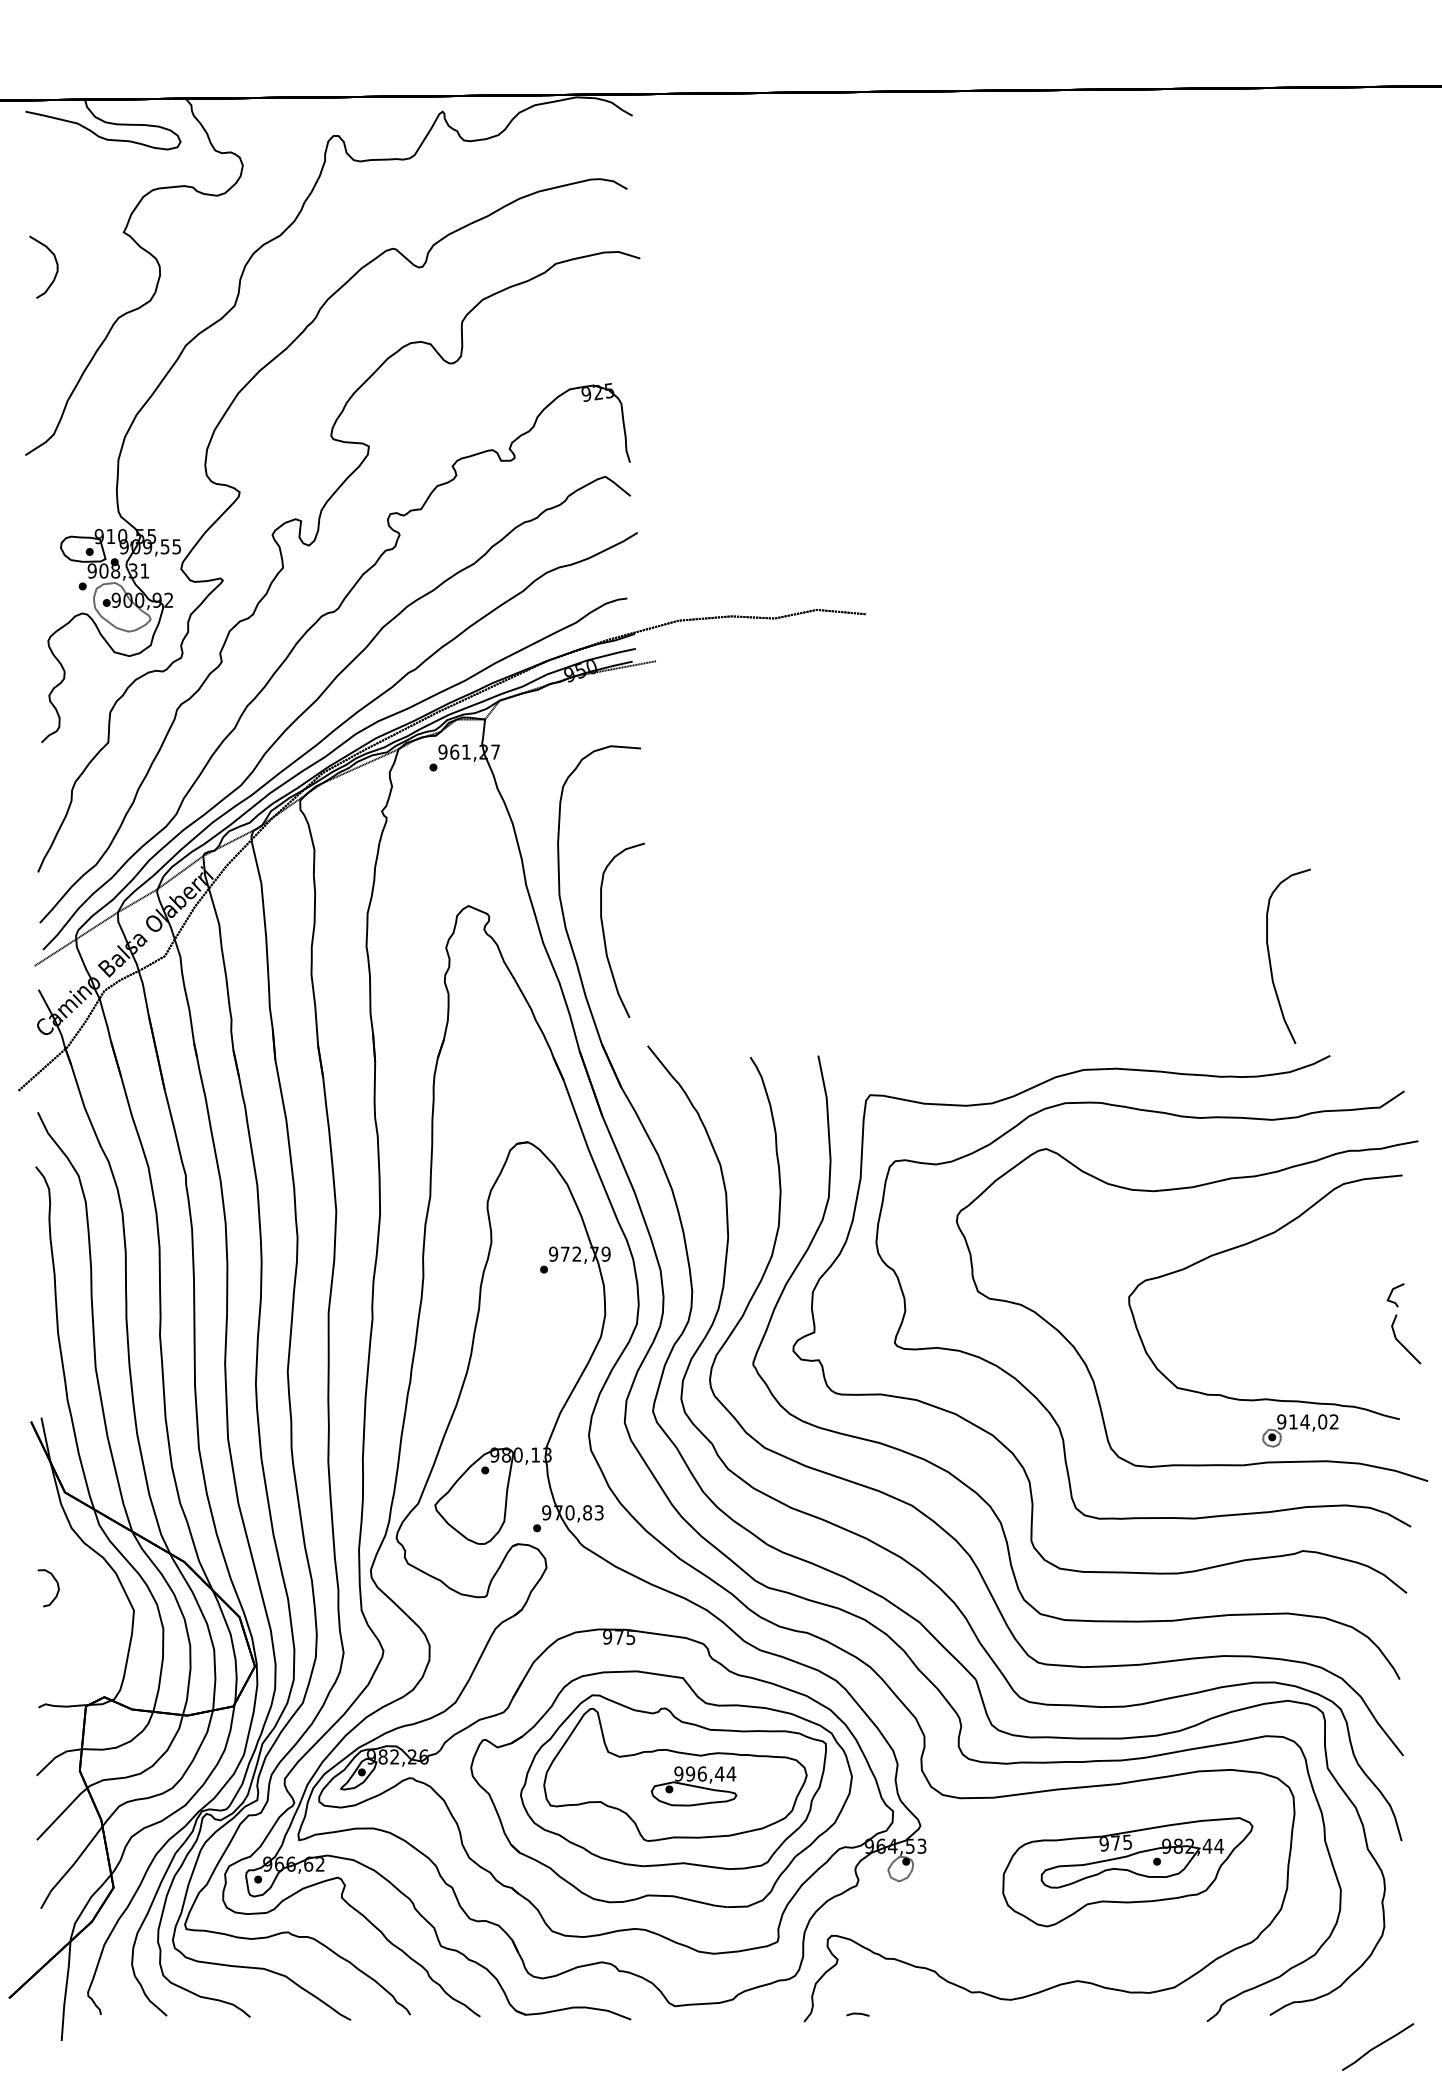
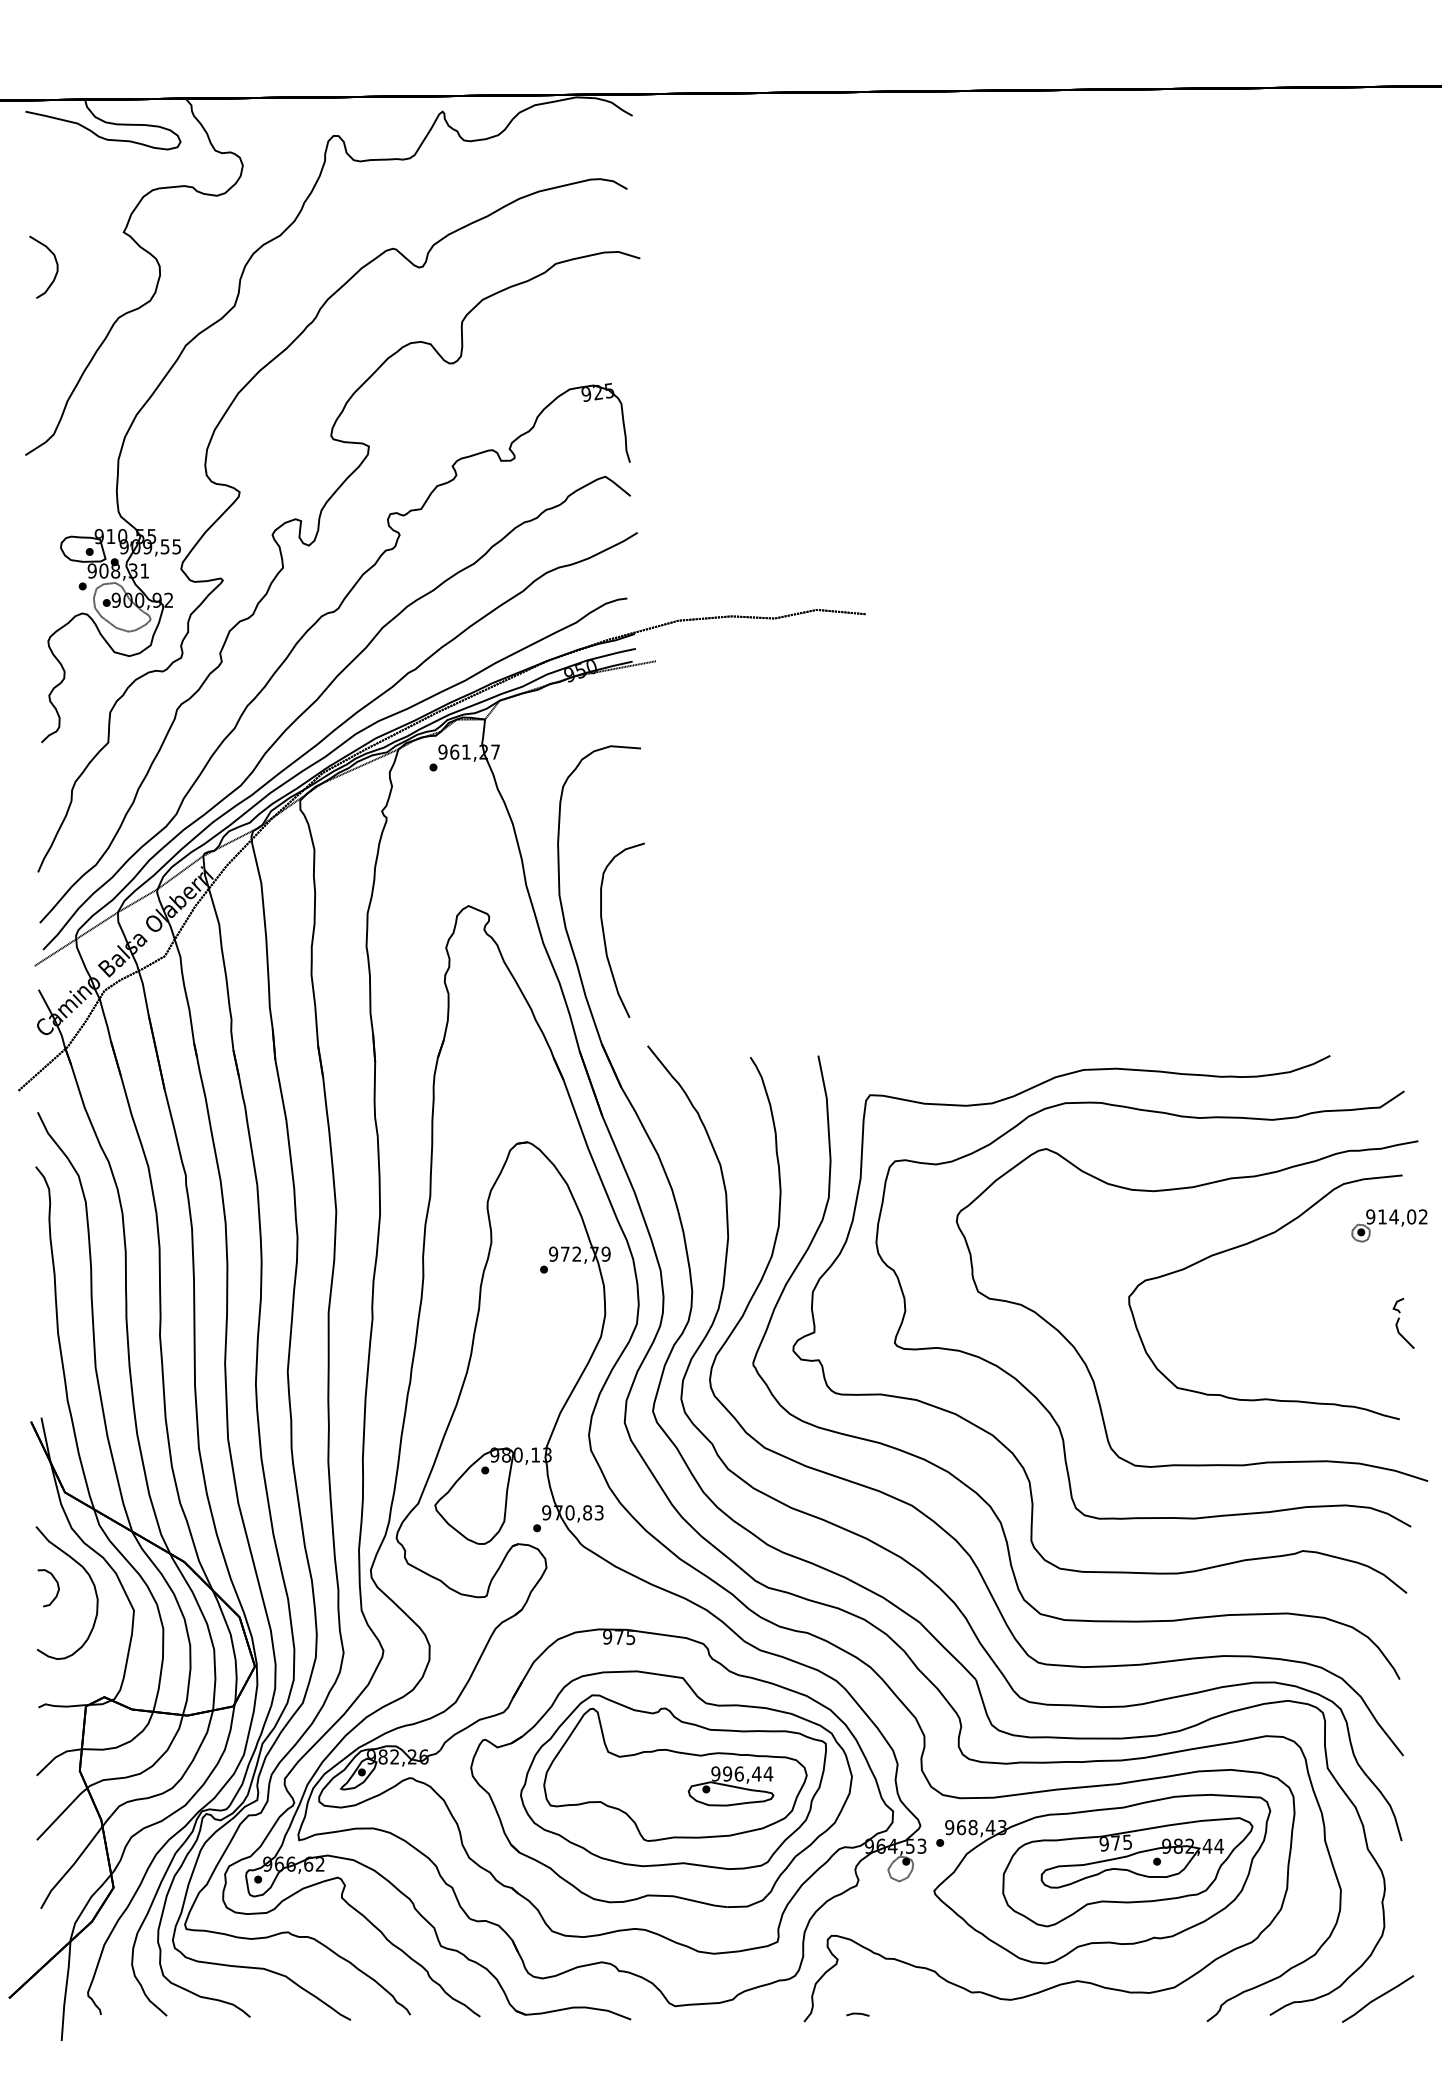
curve at (1270, 957): present -> none
part at (1403, 1323) size: 36x82 px -> 23x52 px
part at (1300, 1430) position: (1300, 1430) -> (1389, 1225)
part at (90, 1580): none -> present
part at (693, 1786) position: (693, 1786) -> (730, 1786)
part at (1102, 1879): none -> present
line at (1378, 2046) position: (1378, 2046) -> (1378, 1998)
